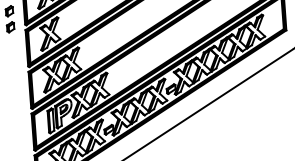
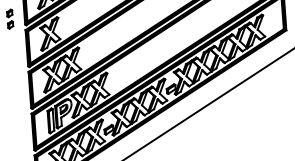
part at (9, 19) size: 12x29 px -> 9x22 px
